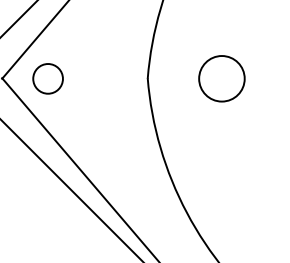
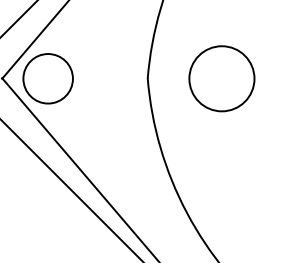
circle at (47, 78) size: 32x32 px -> 52x52 px
circle at (221, 78) diameter: 46 px -> 65 px
